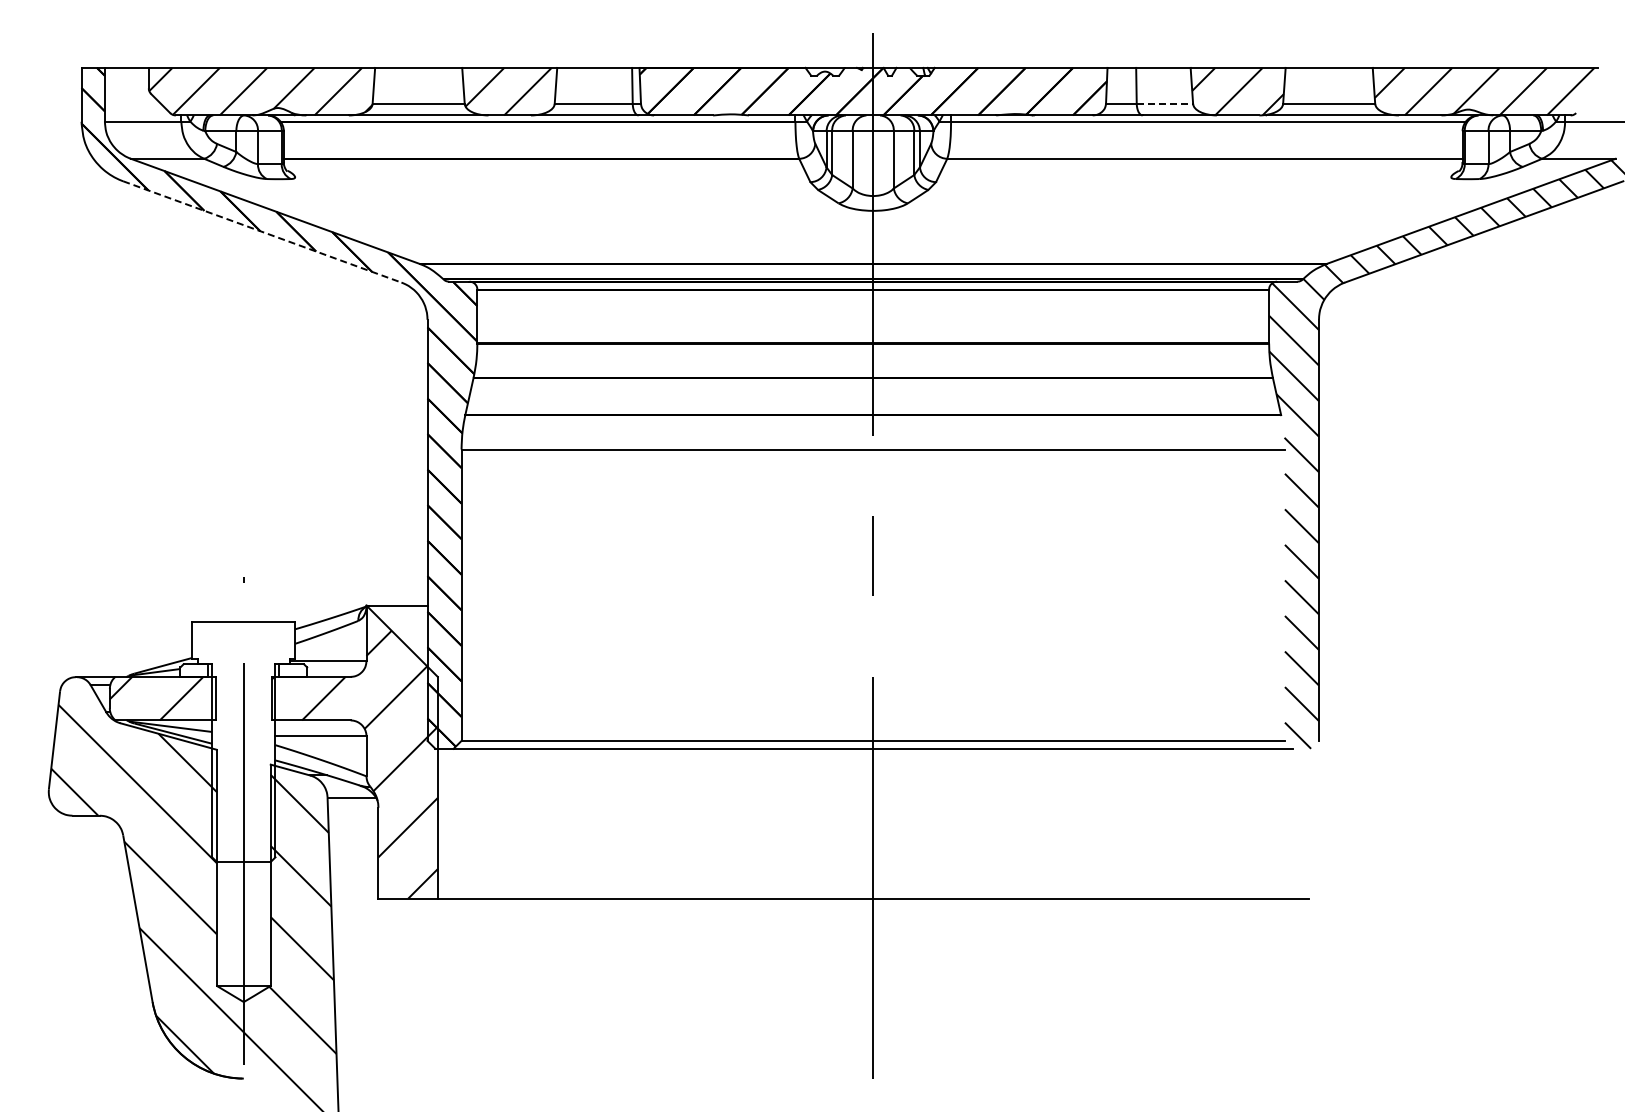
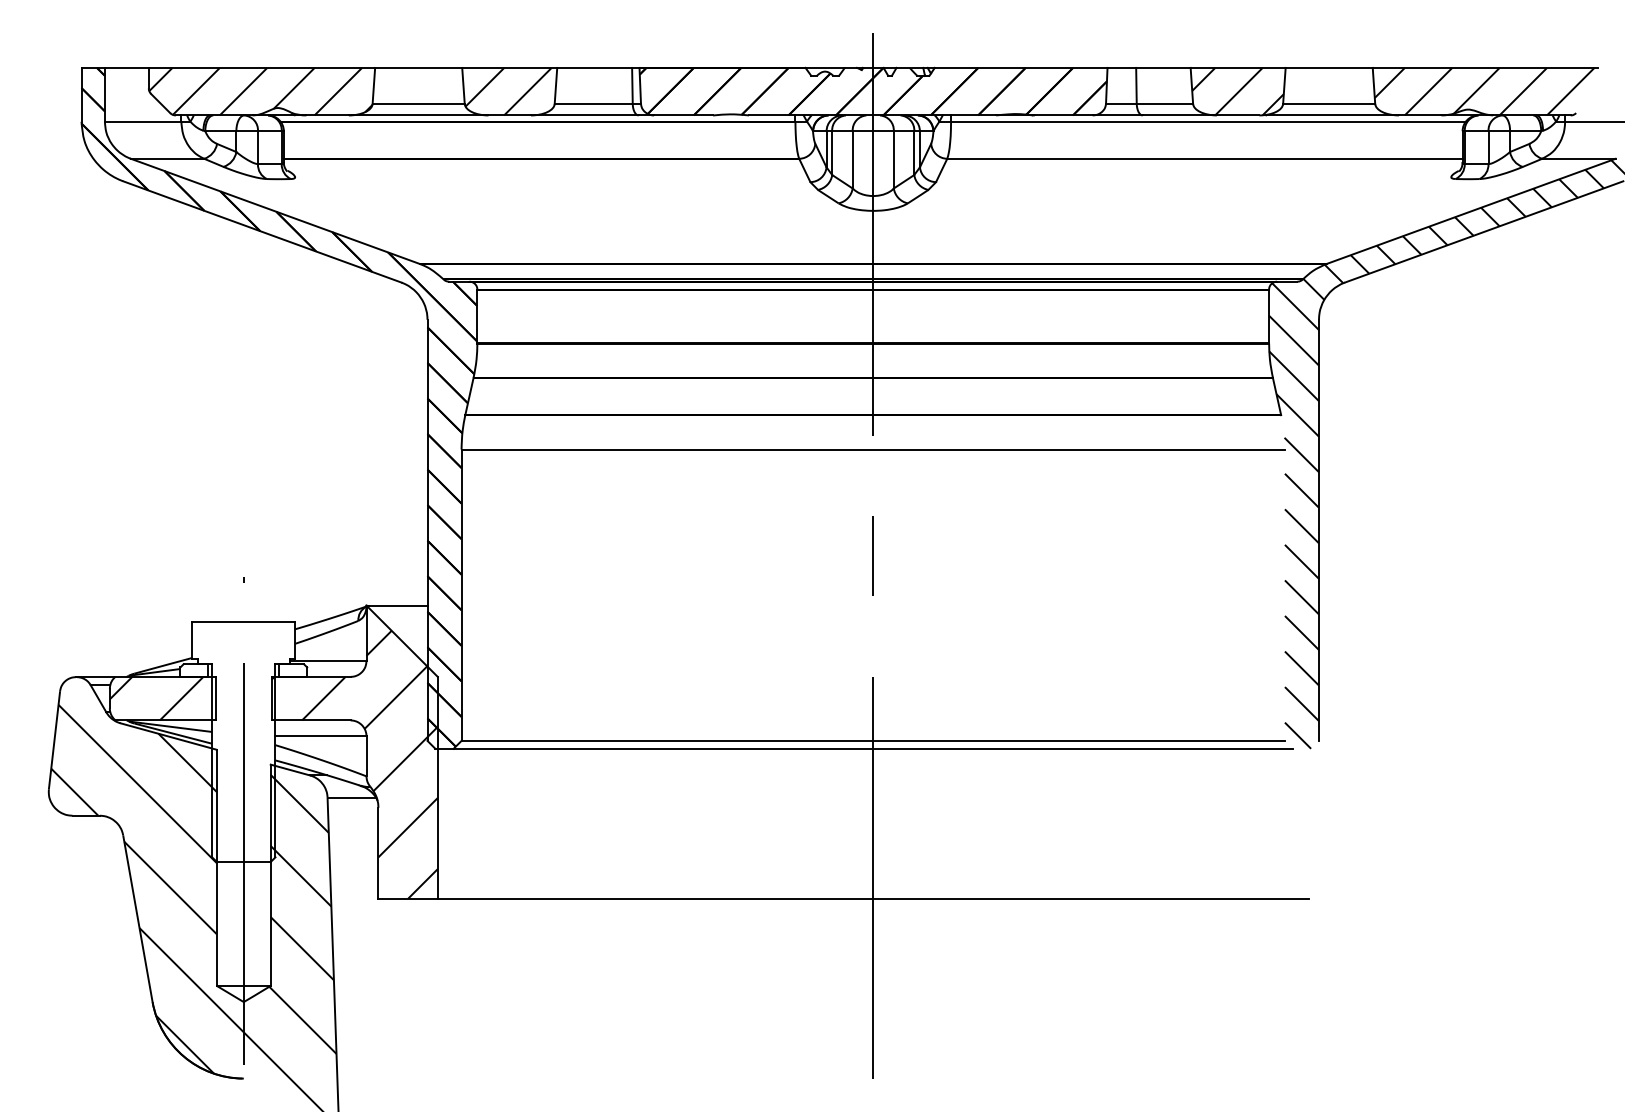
line at (1165, 104): dashed -> solid
line at (262, 232): dashed -> solid
